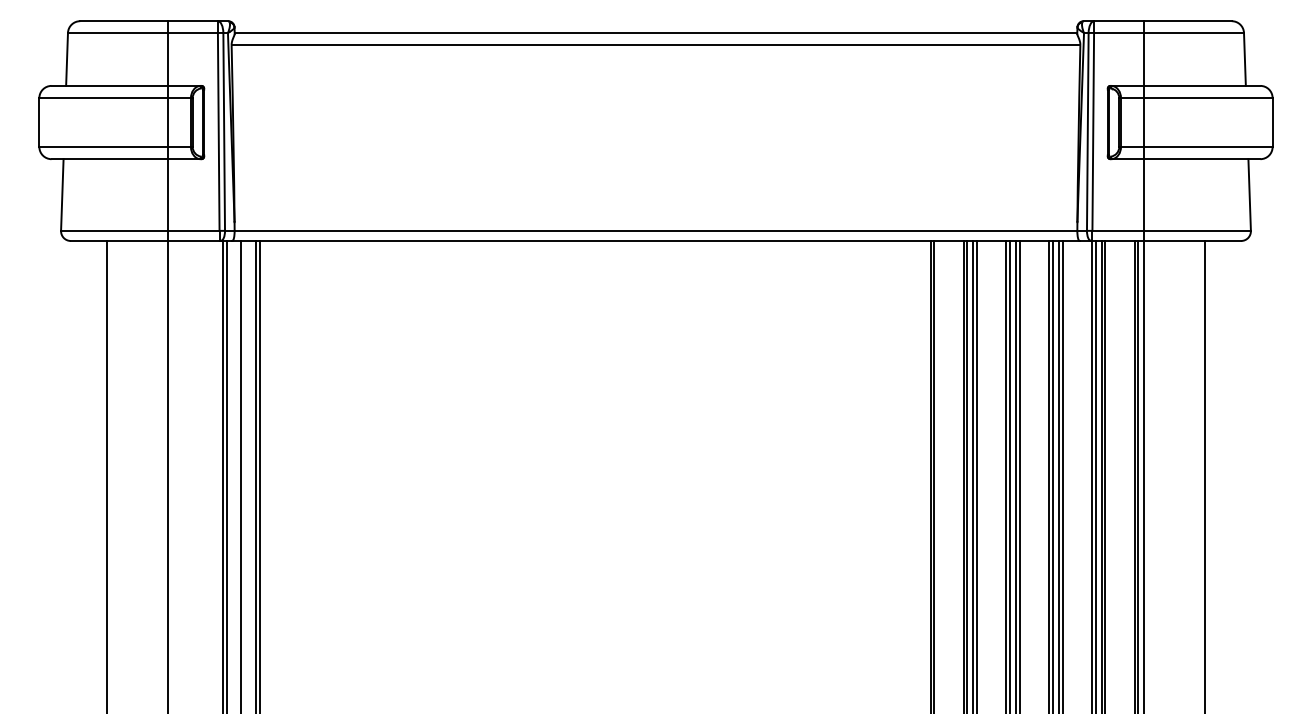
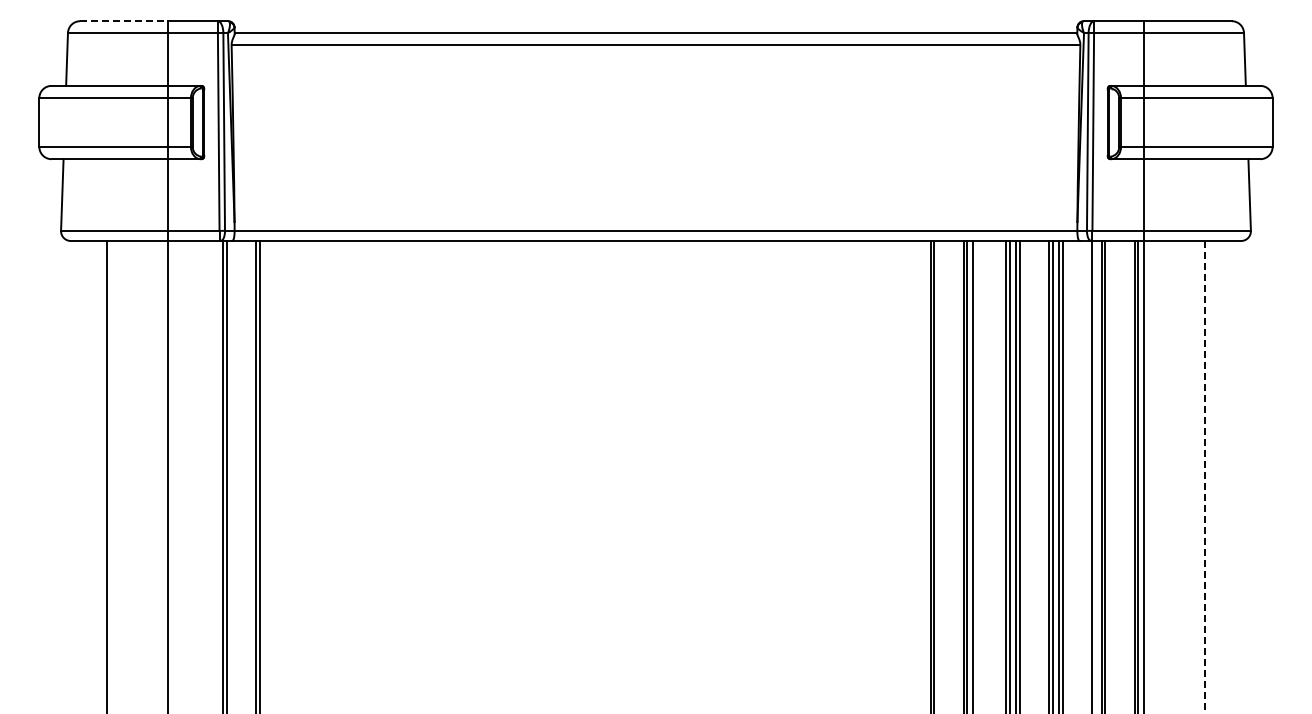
line at (123, 21): solid -> dashed
line at (241, 475): present -> none
line at (977, 475): present -> none
line at (1095, 475): present -> none
line at (1205, 477): solid -> dashed
